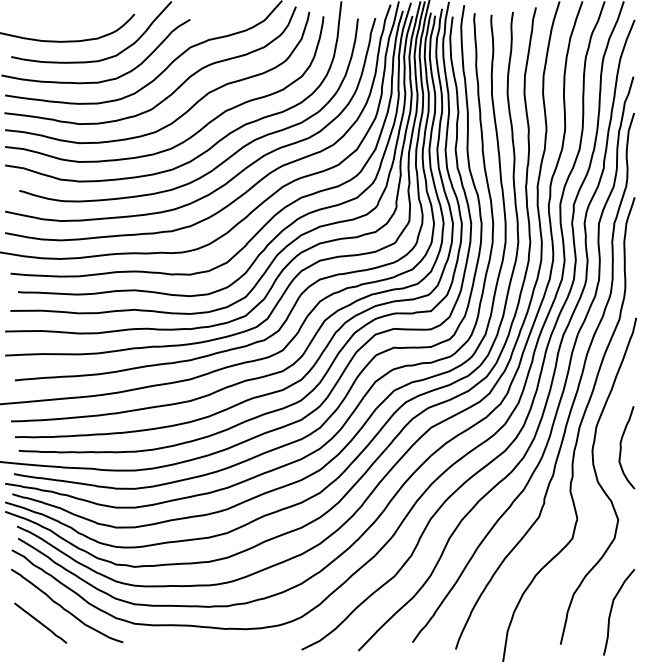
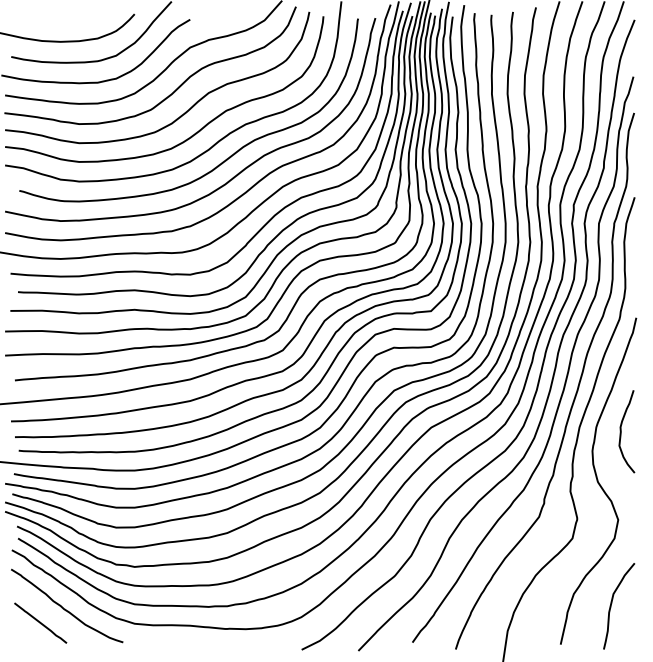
curve at (621, 447) position: (621, 447) -> (621, 431)
curve at (612, 609) position: (612, 609) -> (612, 603)
